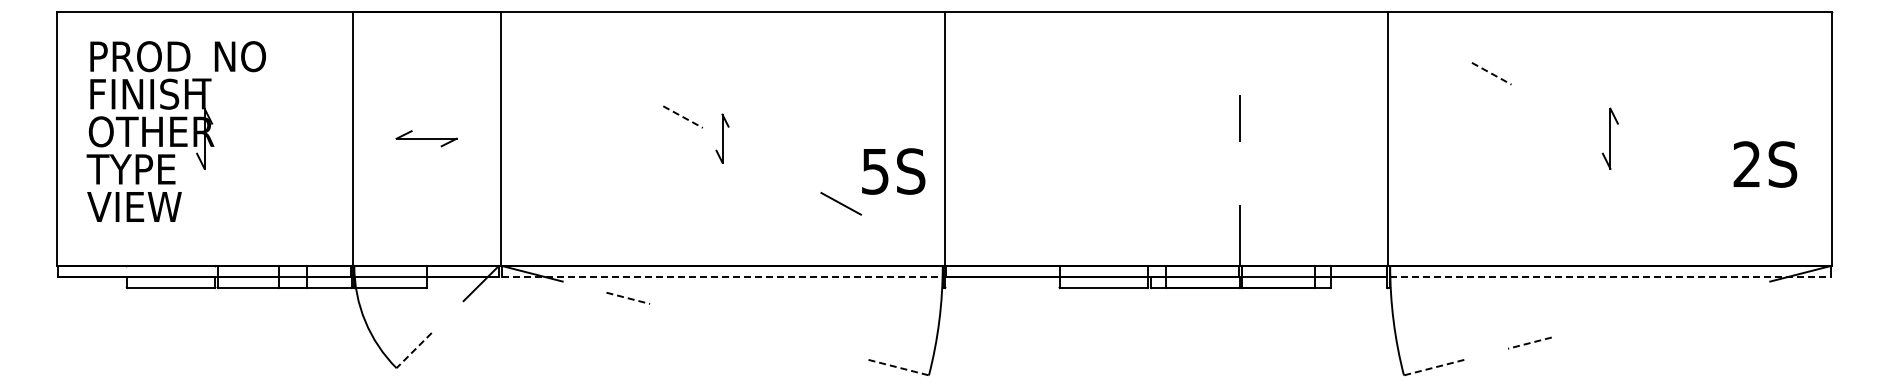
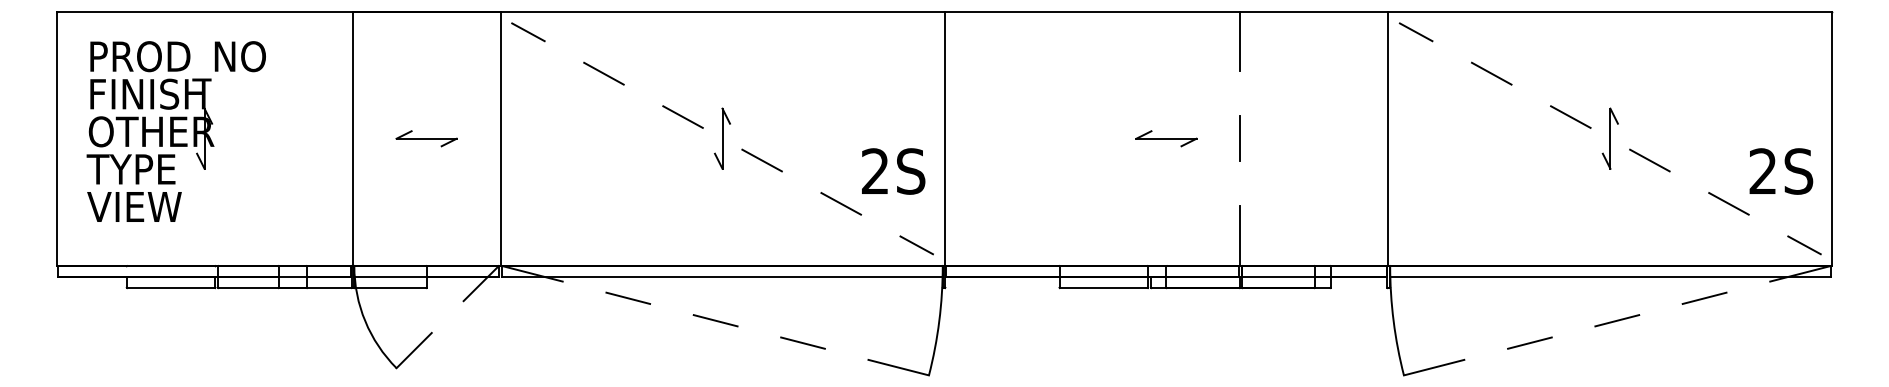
line at (528, 32): none -> present
line at (1415, 32): none -> present
line at (1240, 41): none -> present
line at (603, 73): none -> present
line at (1491, 73): dashed -> solid
line at (1570, 116): none -> present
line at (683, 117): dashed -> solid
line at (1239, 118) position: (1239, 118) -> (1239, 138)
part at (722, 138) size: 15x51 px -> 17x63 px
part at (1166, 138): none -> present
line at (761, 160): none -> present
line at (1649, 160): none -> present
text at (1765, 164) position: (1765, 164) -> (1781, 171)
text at (875, 171): 5S -> 2S
line at (1728, 203): none -> present
line at (916, 245): none -> present
line at (1804, 245): none -> present
line at (723, 277): dashed -> solid
line at (1610, 277): dashed -> solid
line at (1704, 297): none -> present
line at (628, 298): dashed -> solid
line at (715, 320): none -> present
line at (1617, 320): none -> present
line at (802, 342): none -> present
line at (1529, 343): dashed -> solid
line at (414, 350): dashed -> solid
line at (899, 367): dashed -> solid
line at (1433, 367): dashed -> solid
